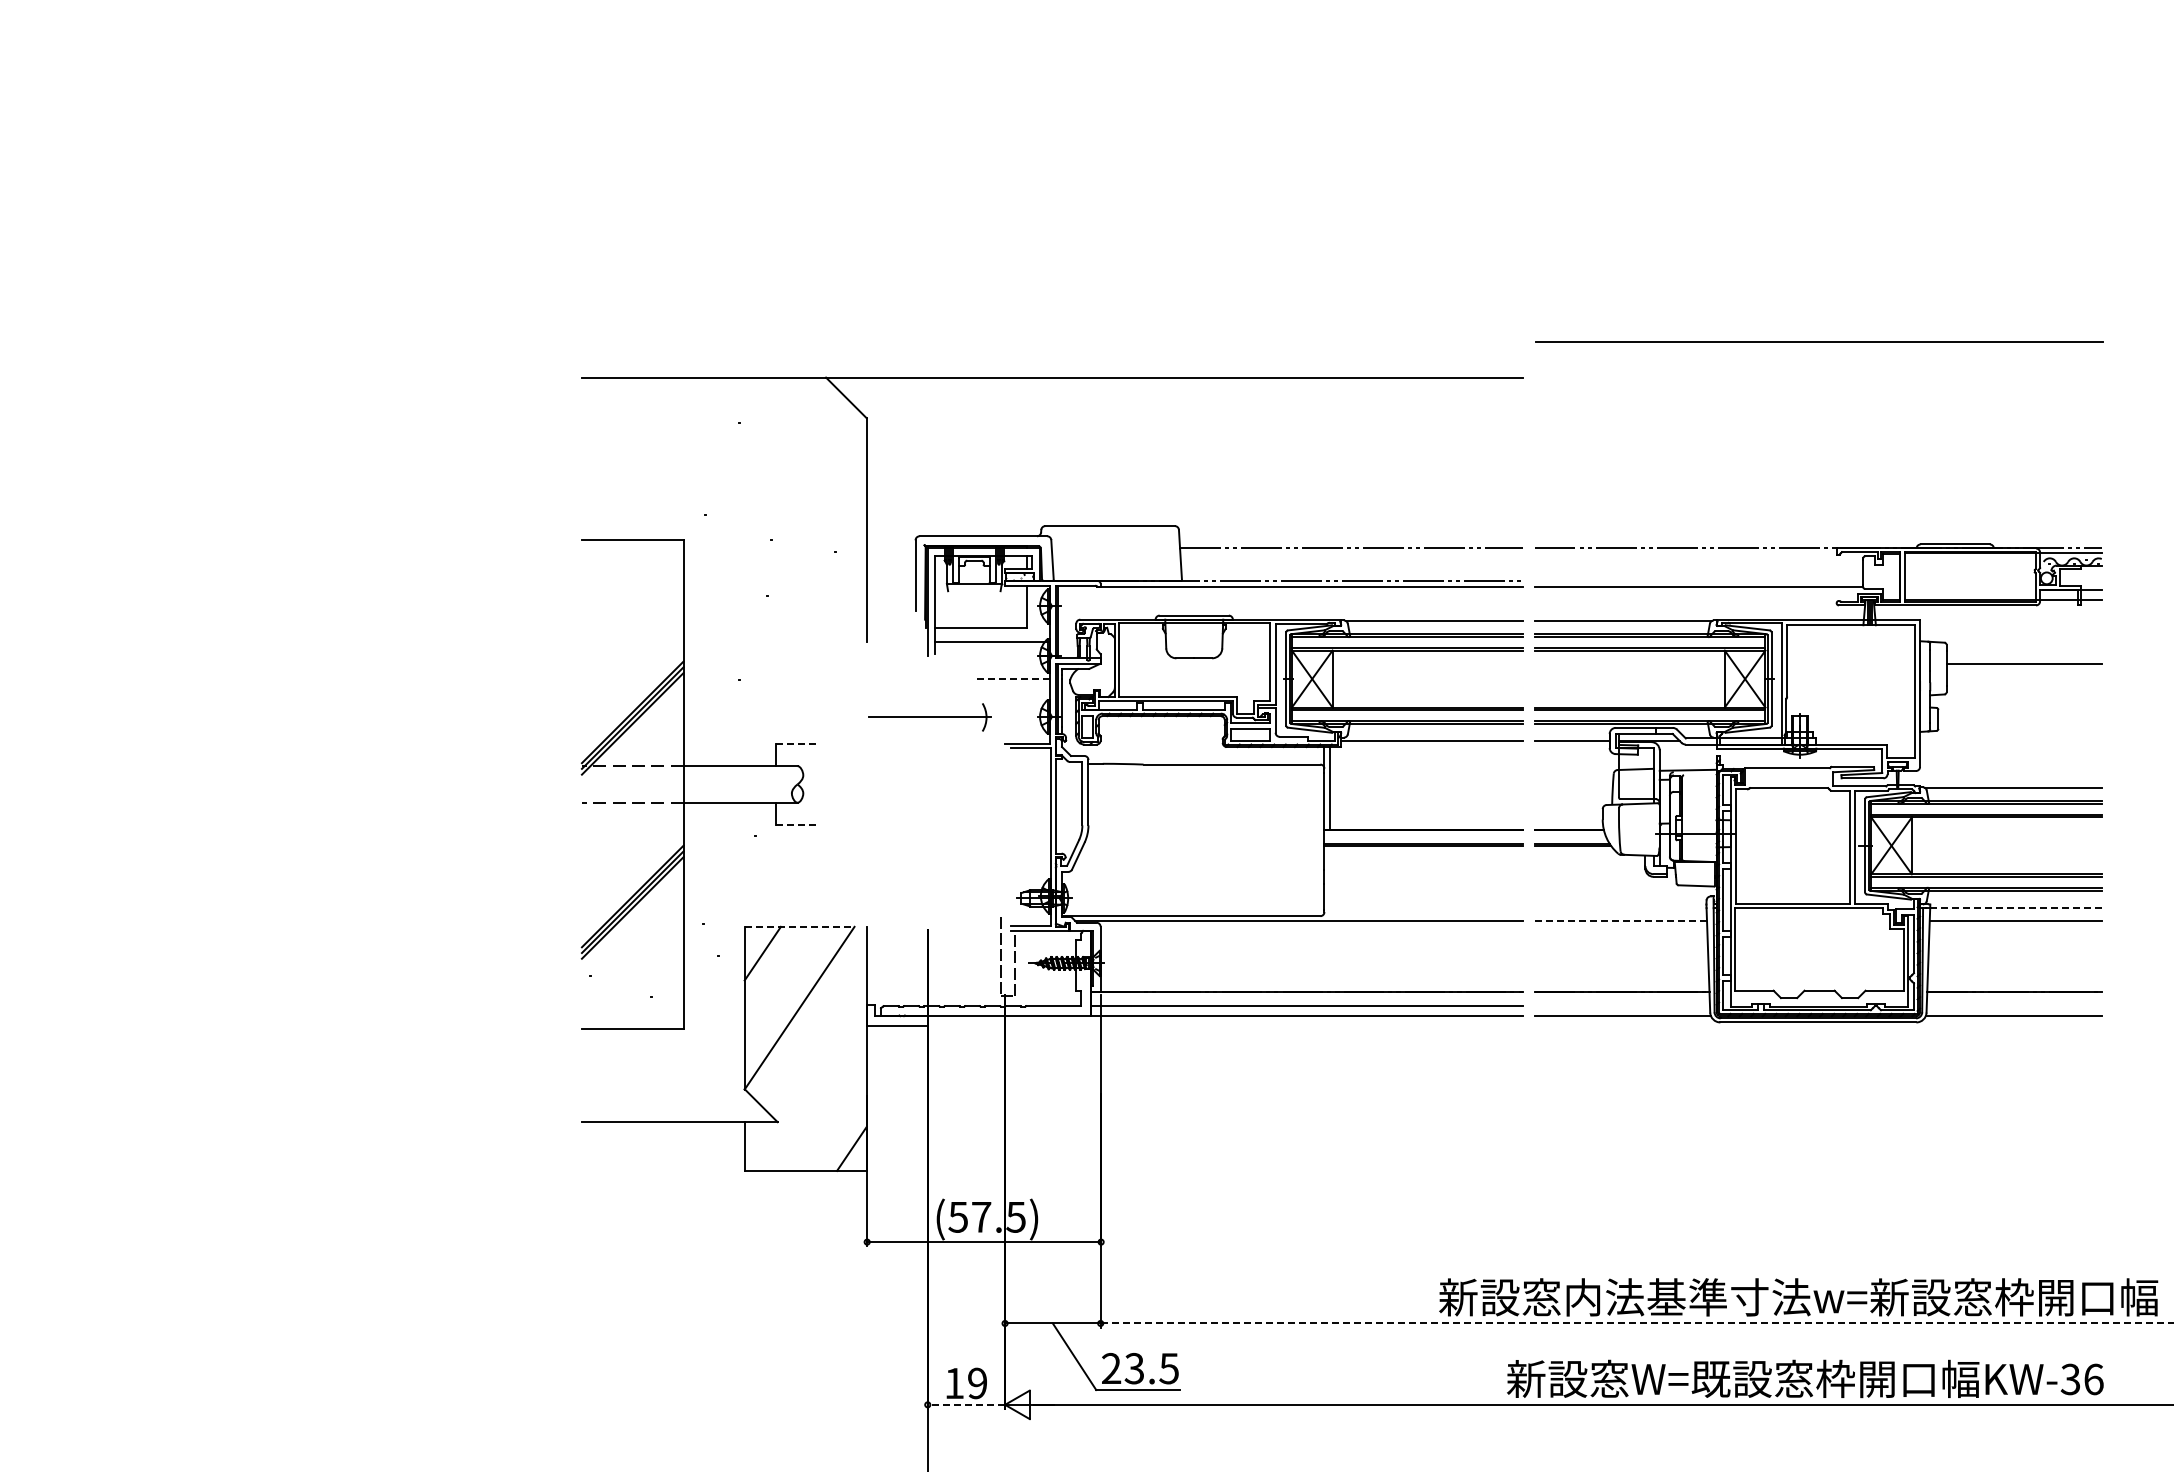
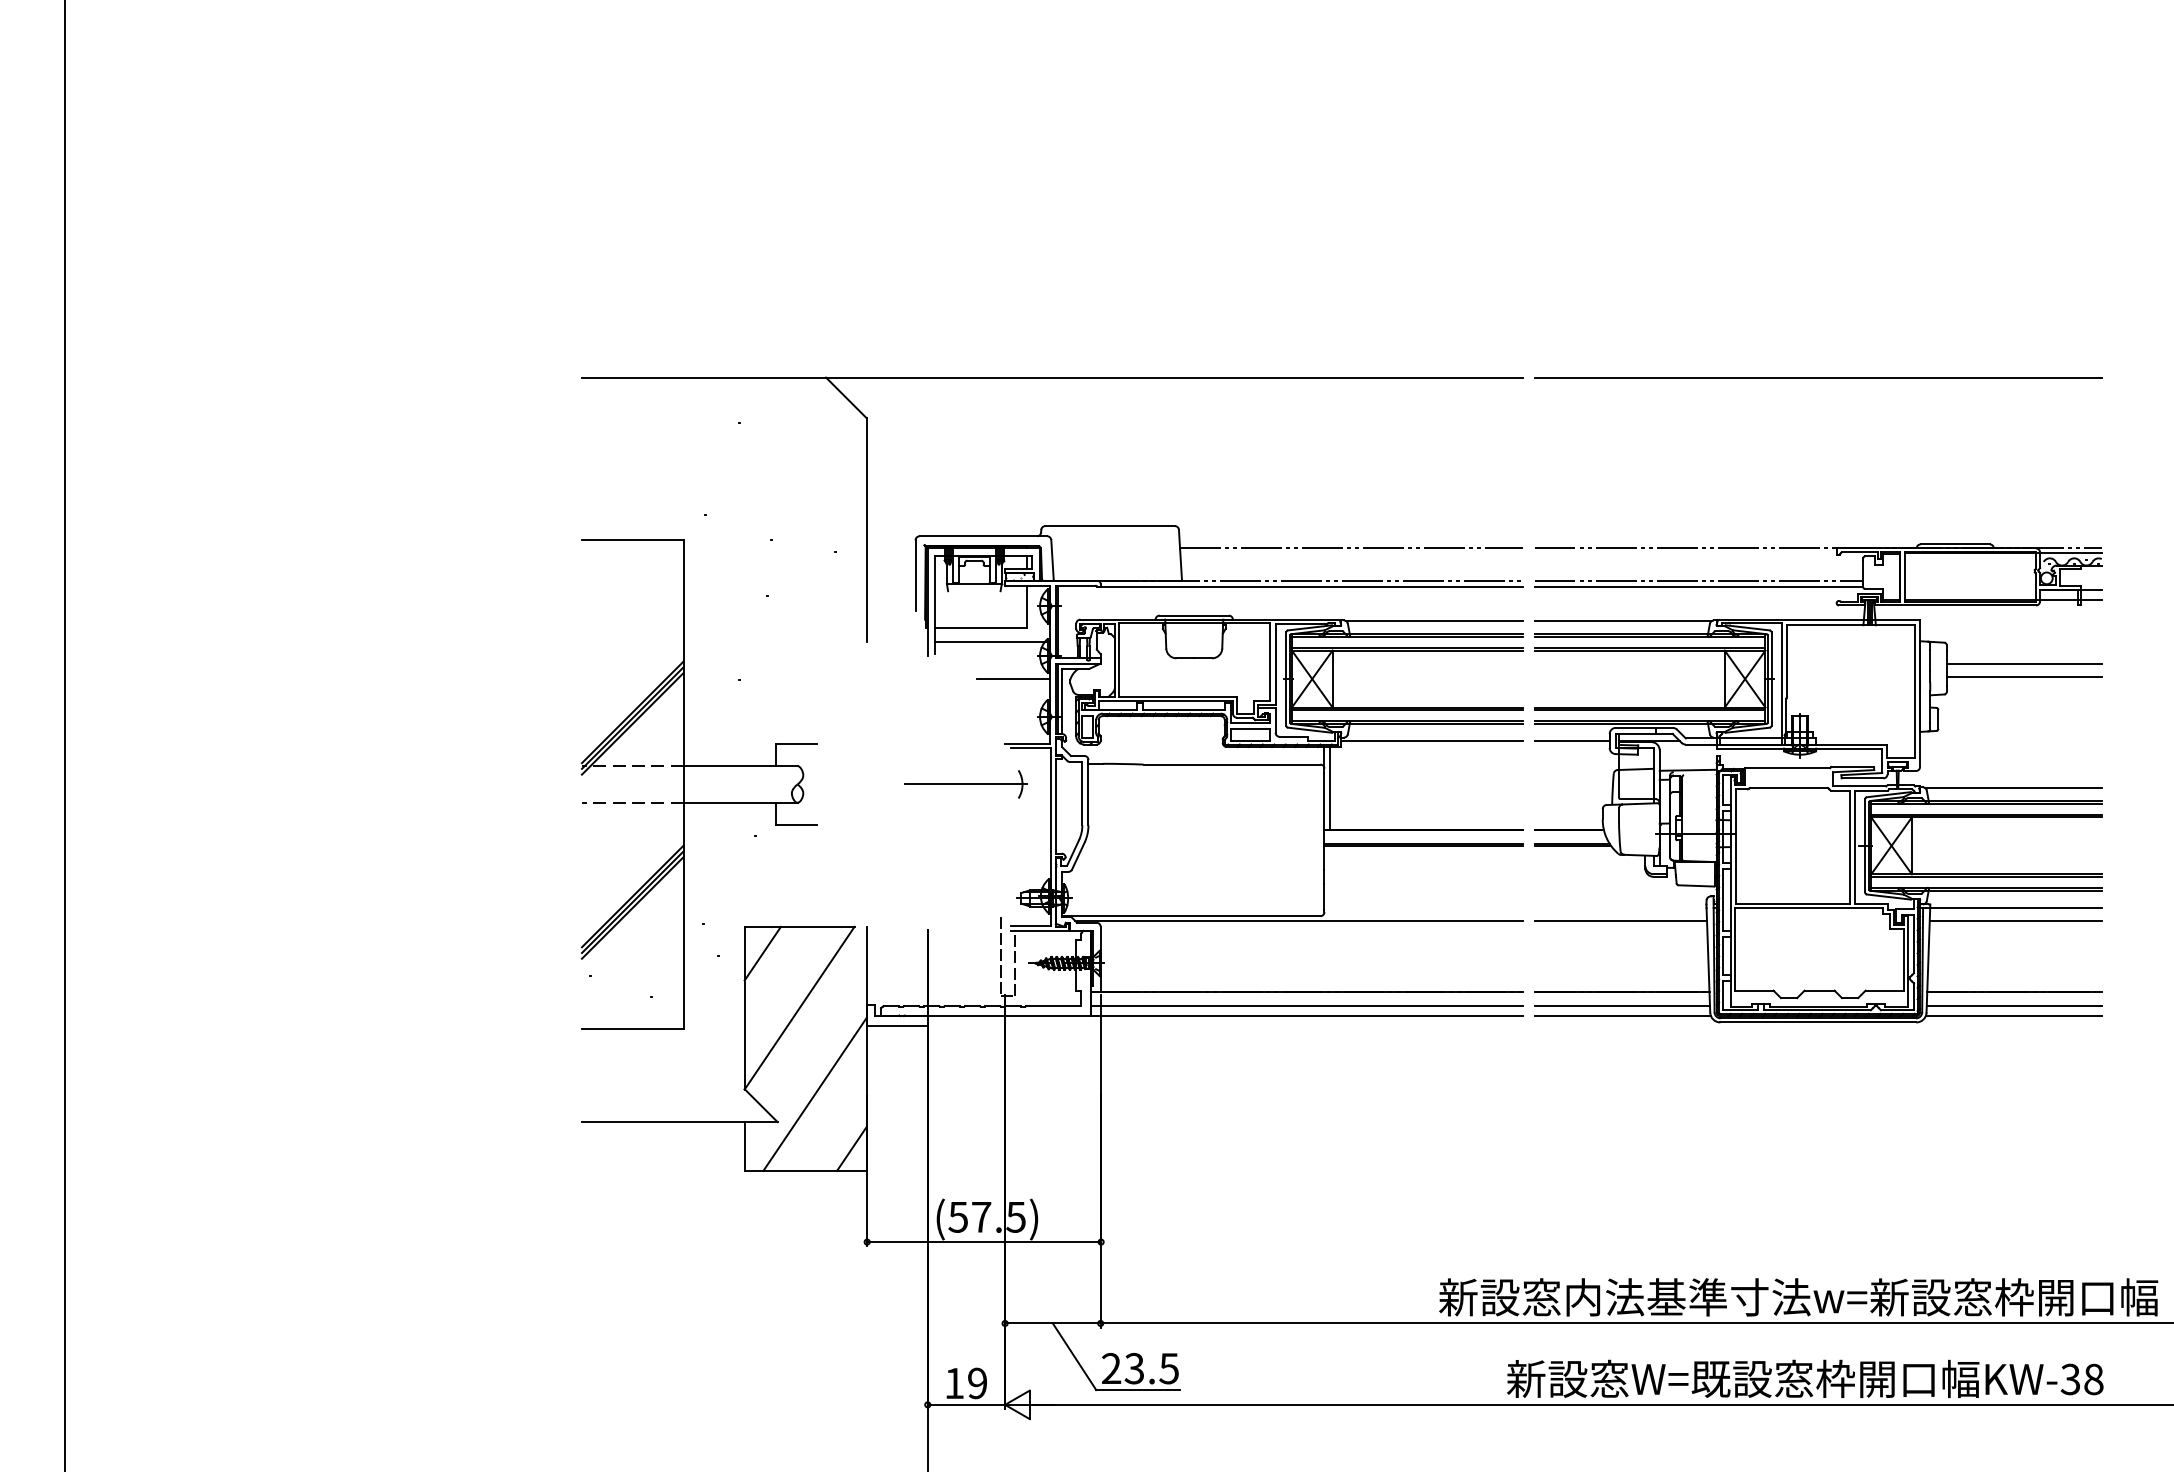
line at (1819, 341) position: (1819, 341) -> (1818, 377)
line at (1698, 581): none -> present
line at (2023, 677): none -> present
line at (1013, 678): dashed -> solid
part at (929, 717) position: (929, 717) -> (965, 784)
line at (65, 735): none -> present
line at (796, 743): dashed -> solid
line at (796, 825): dashed -> solid
line at (2015, 908): dashed -> solid
line at (1621, 920): dashed -> solid
line at (799, 926): dashed -> solid
line at (1621, 1006): none -> present
line at (2013, 1006): none -> present
line at (814, 1093): none -> present
line at (1637, 1323): dashed -> solid
text at (2093, 1379): KW-36 -> KW-38
line at (966, 1404): dashed -> solid
